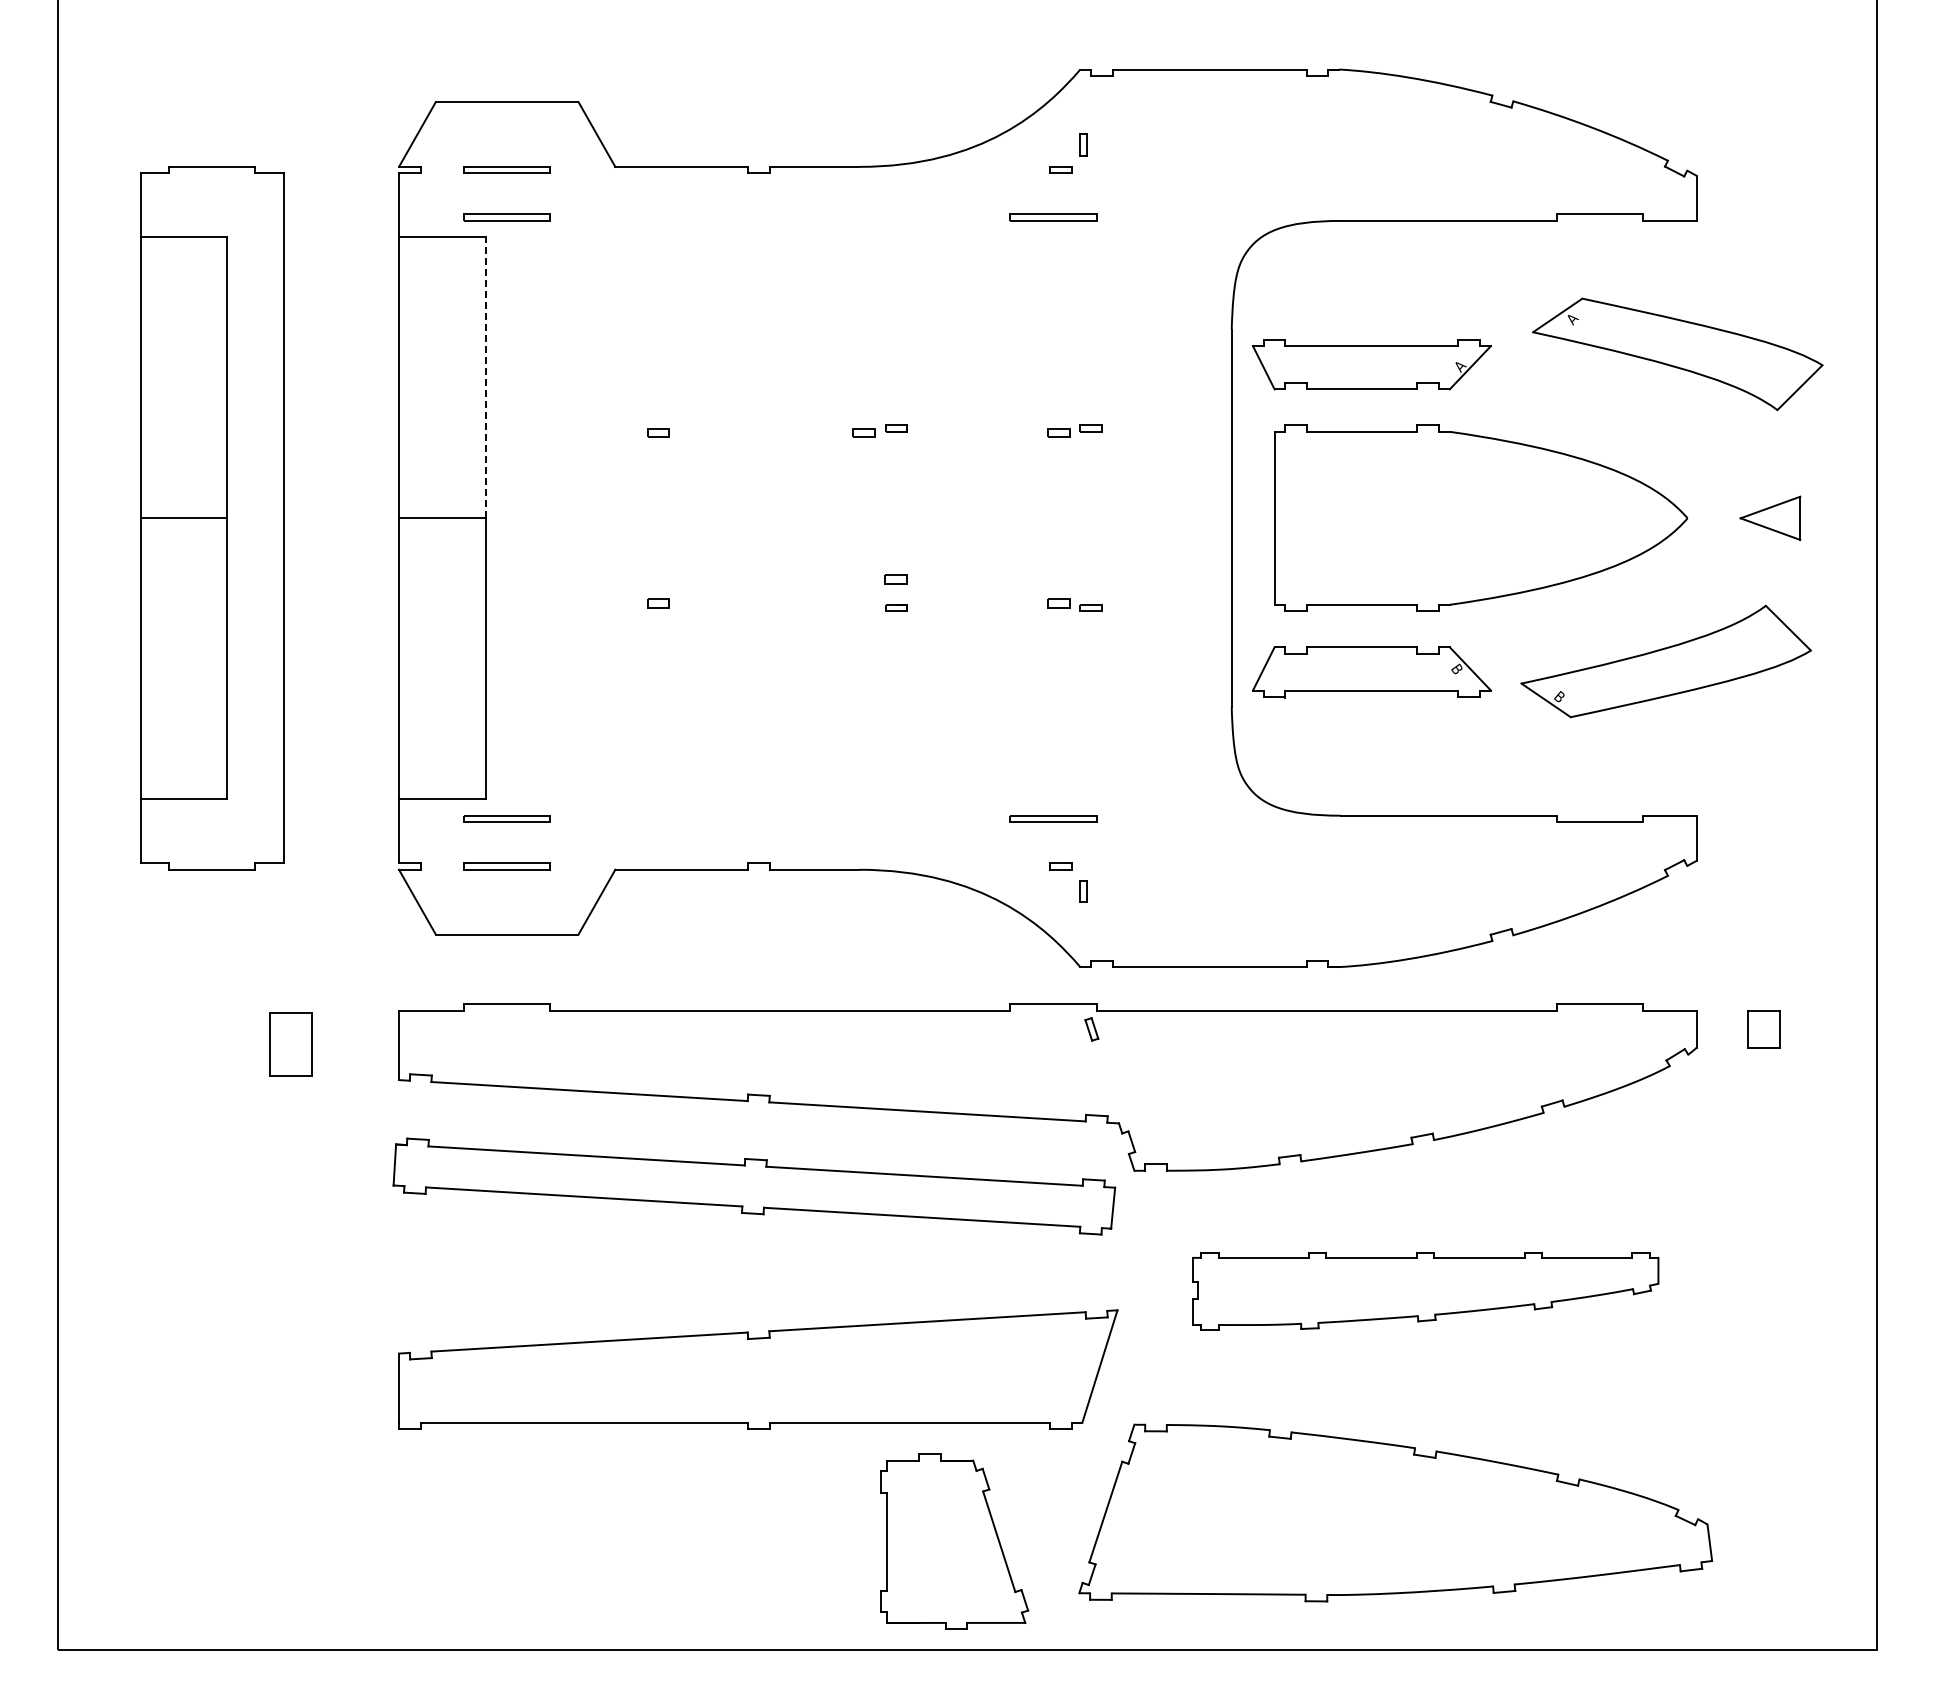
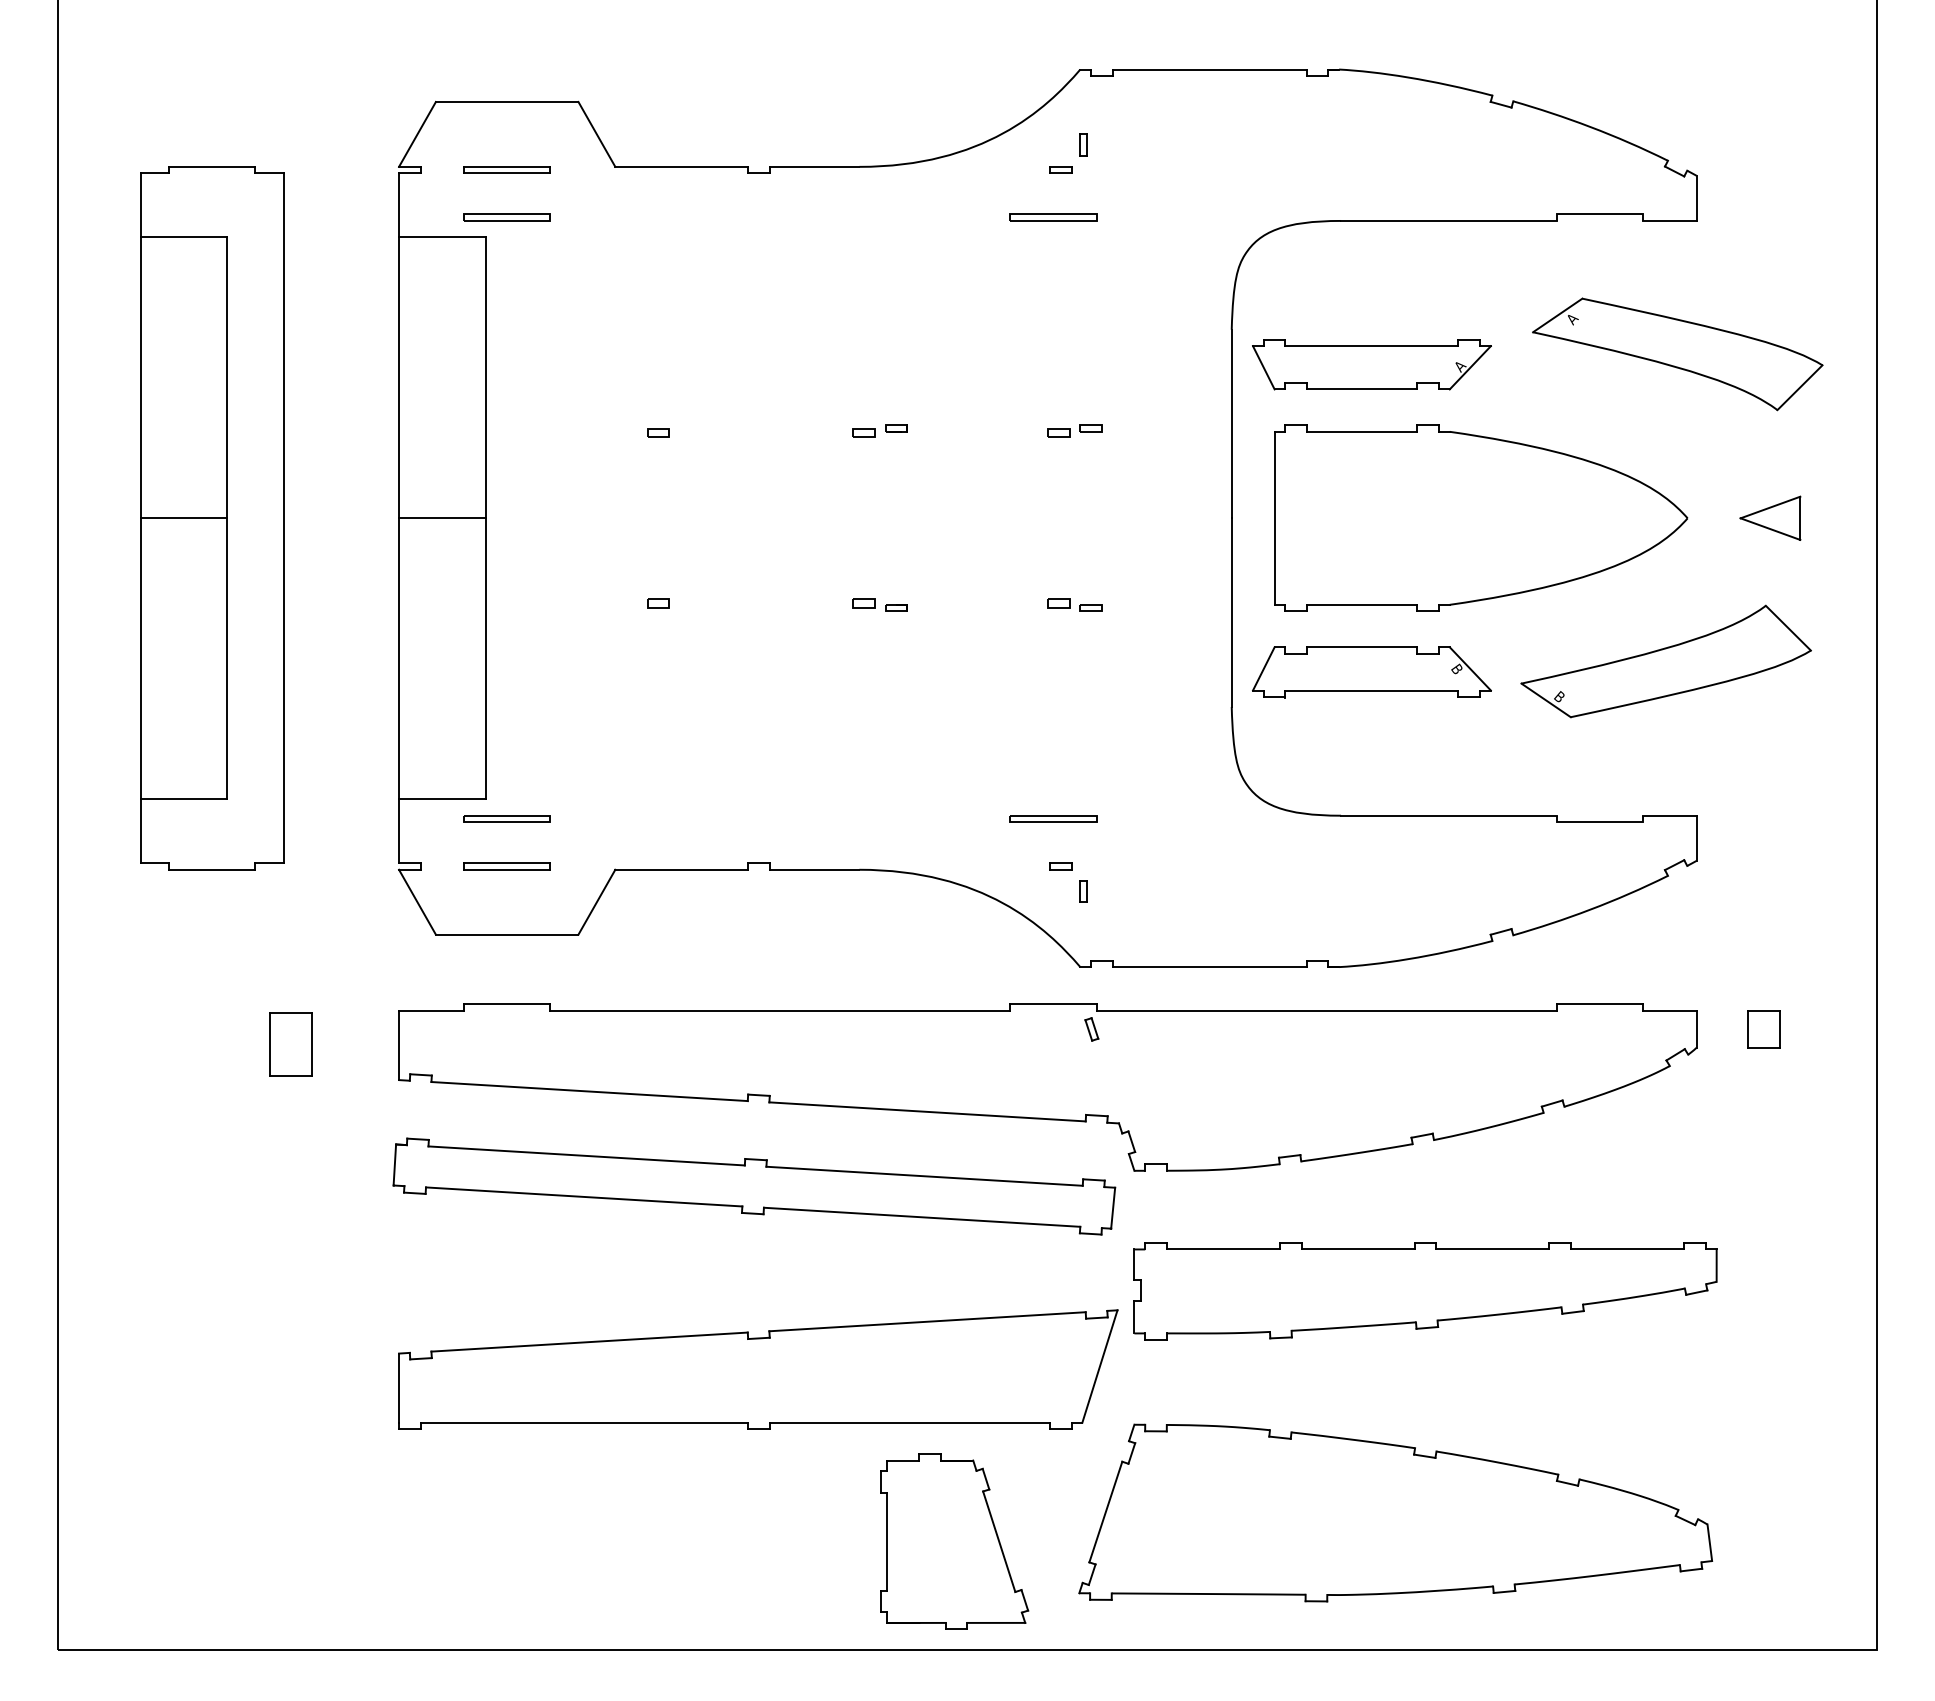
line at (485, 377): dashed -> solid
part at (895, 579) position: (895, 579) -> (863, 603)
part at (1425, 1291) size: 468x79 px -> 585x99 px
